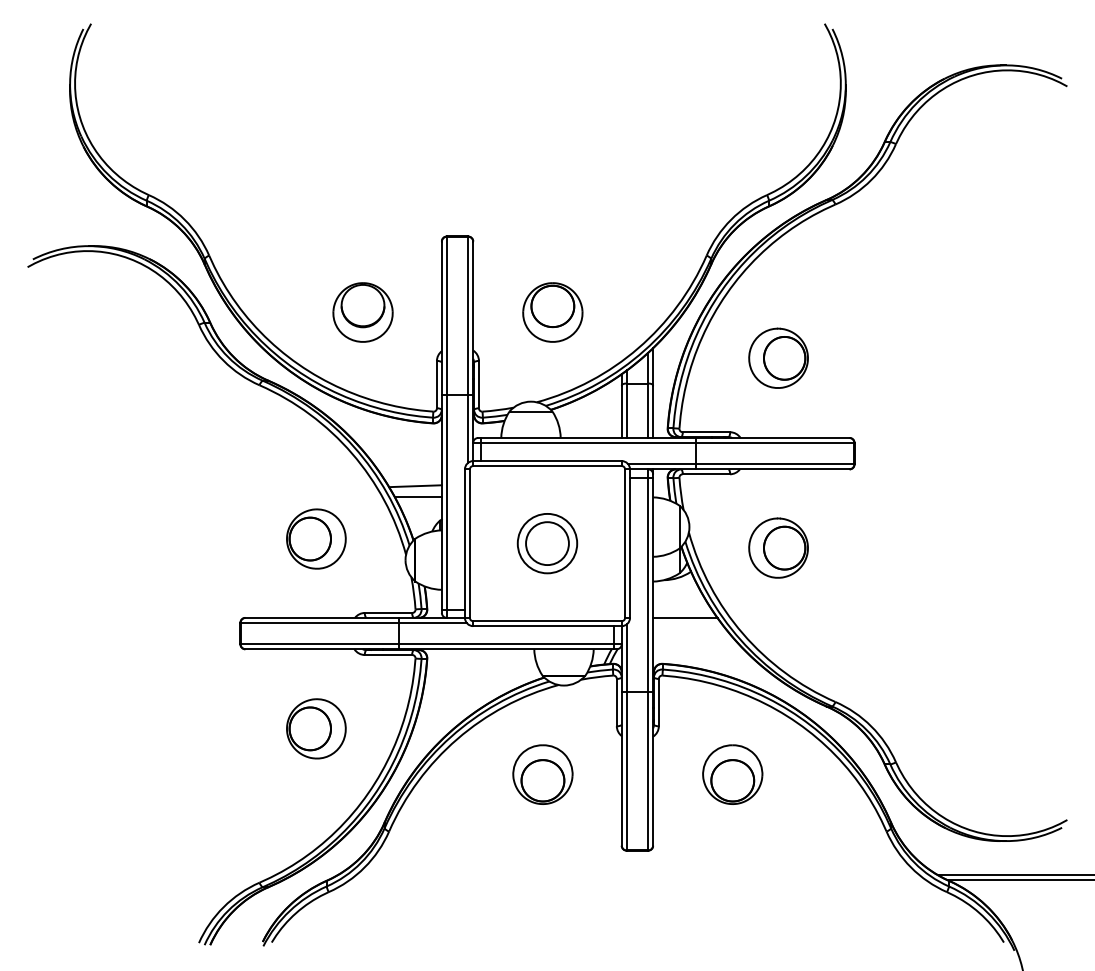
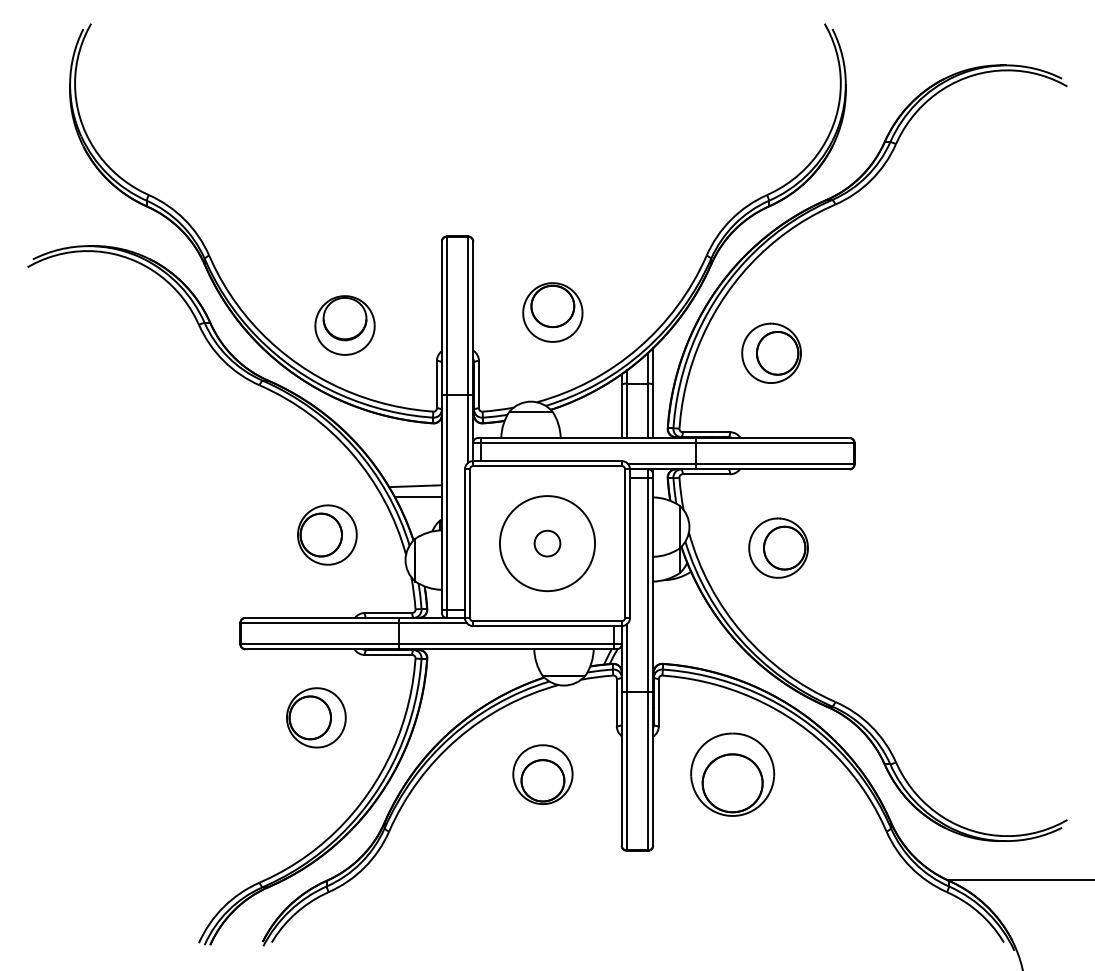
part at (362, 312) position: (362, 312) -> (344, 325)
part at (778, 357) position: (778, 357) -> (771, 352)
part at (316, 538) position: (316, 538) -> (327, 534)
circle at (547, 543) diameter: 43 px -> 26 px
circle at (547, 543) diameter: 59 px -> 95 px
line at (685, 617): present -> none
part at (316, 728) position: (316, 728) -> (316, 717)
part at (732, 774) size: 62x61 px -> 86x85 px
line at (1014, 875): present -> none
